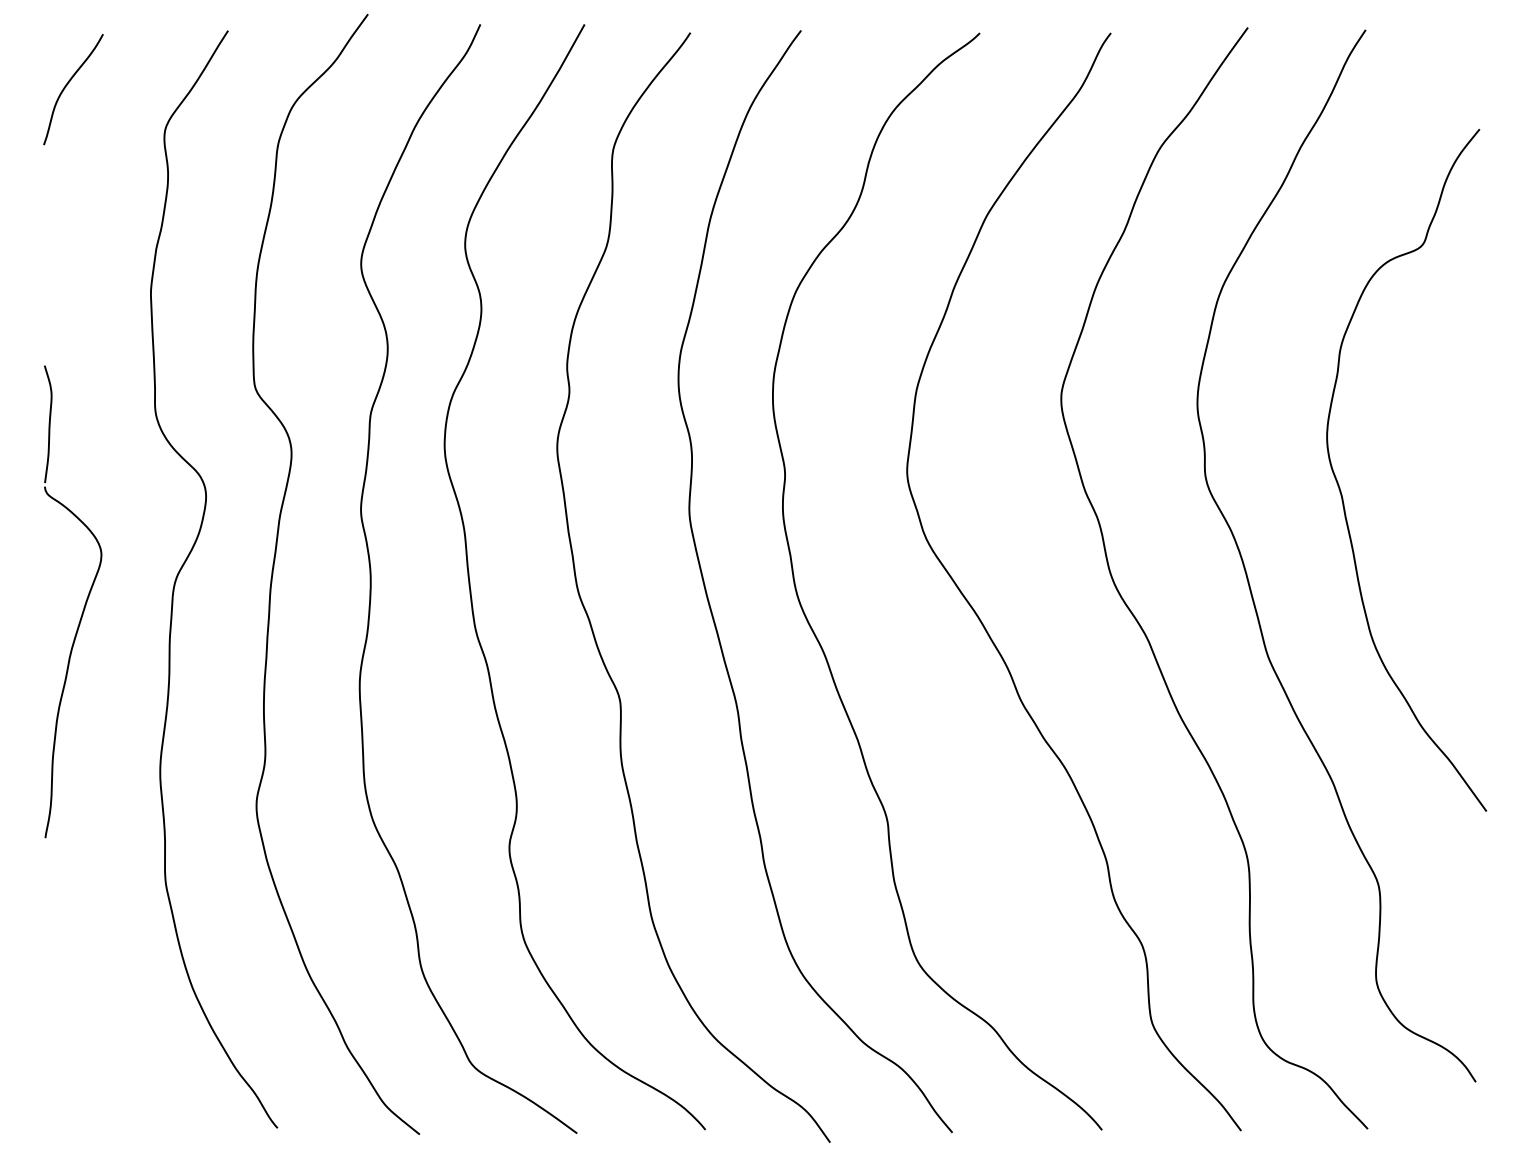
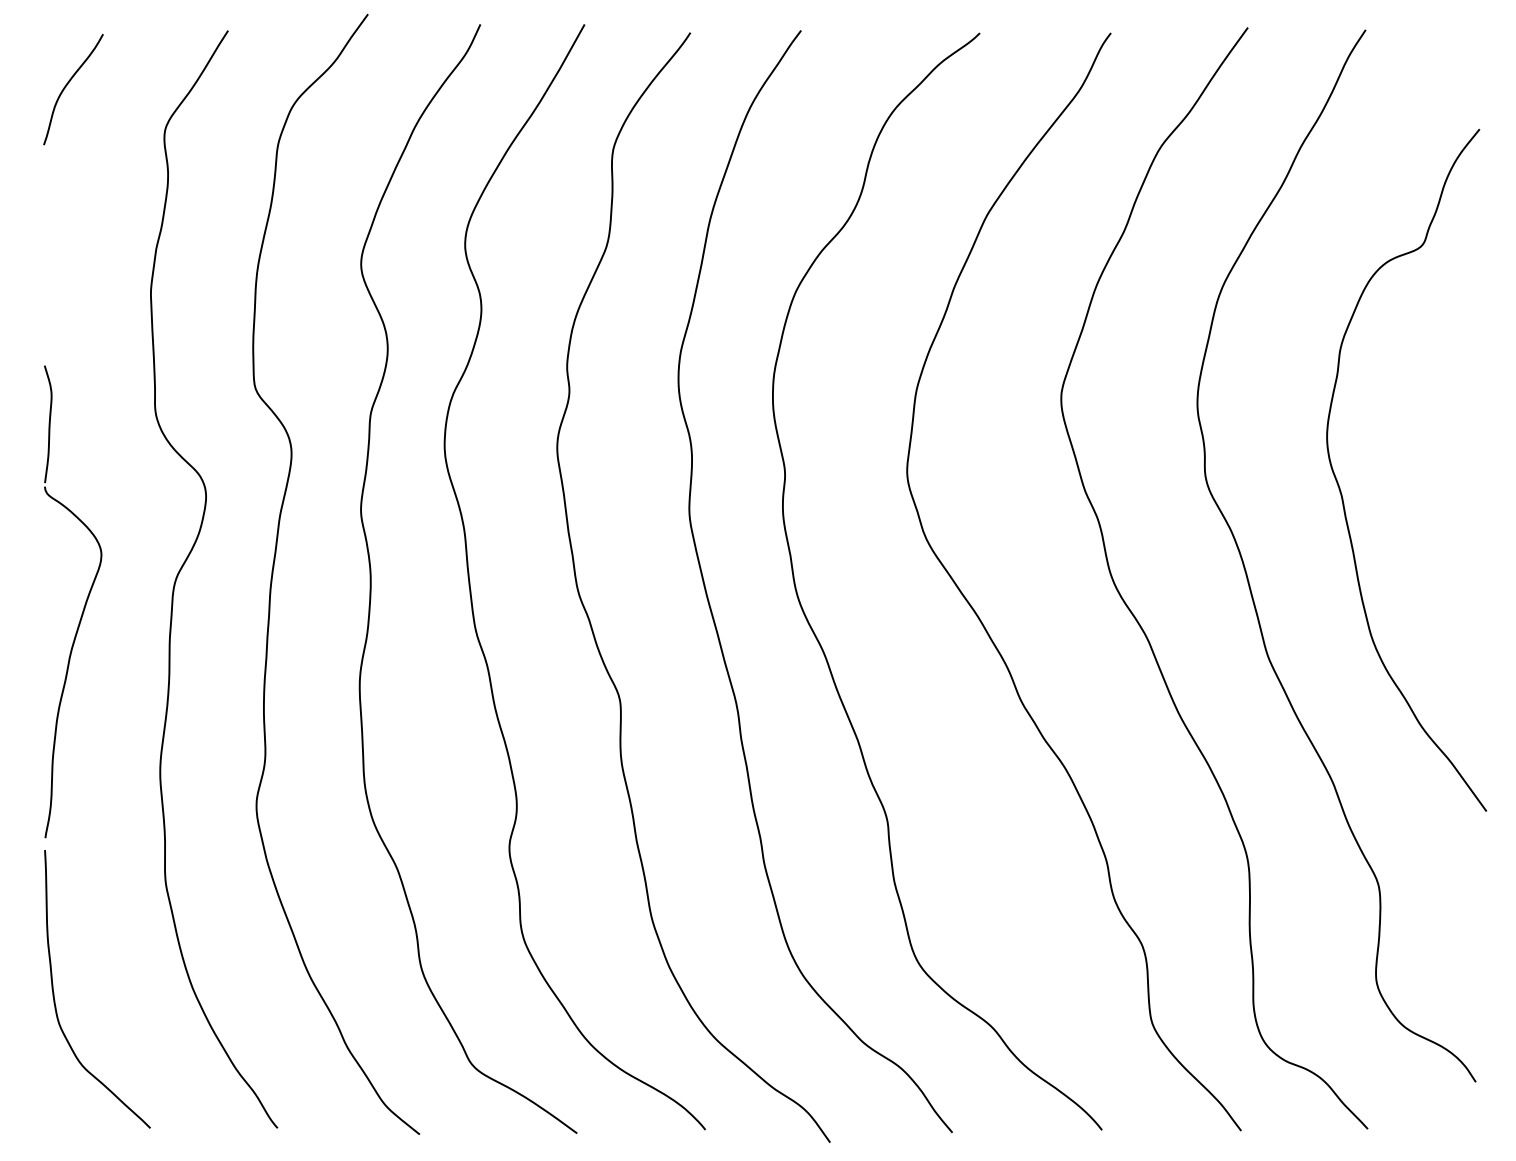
curve at (54, 992): none -> present
